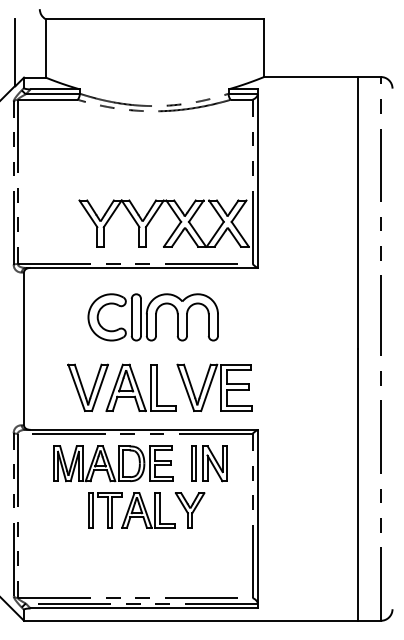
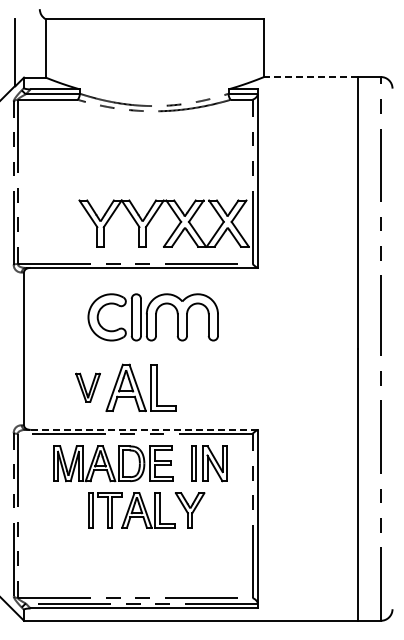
line at (310, 77): solid -> dashed
part at (87, 387) size: 42x49 px -> 26x31 px
part at (214, 387): present -> none
line at (144, 429): solid -> dashed
